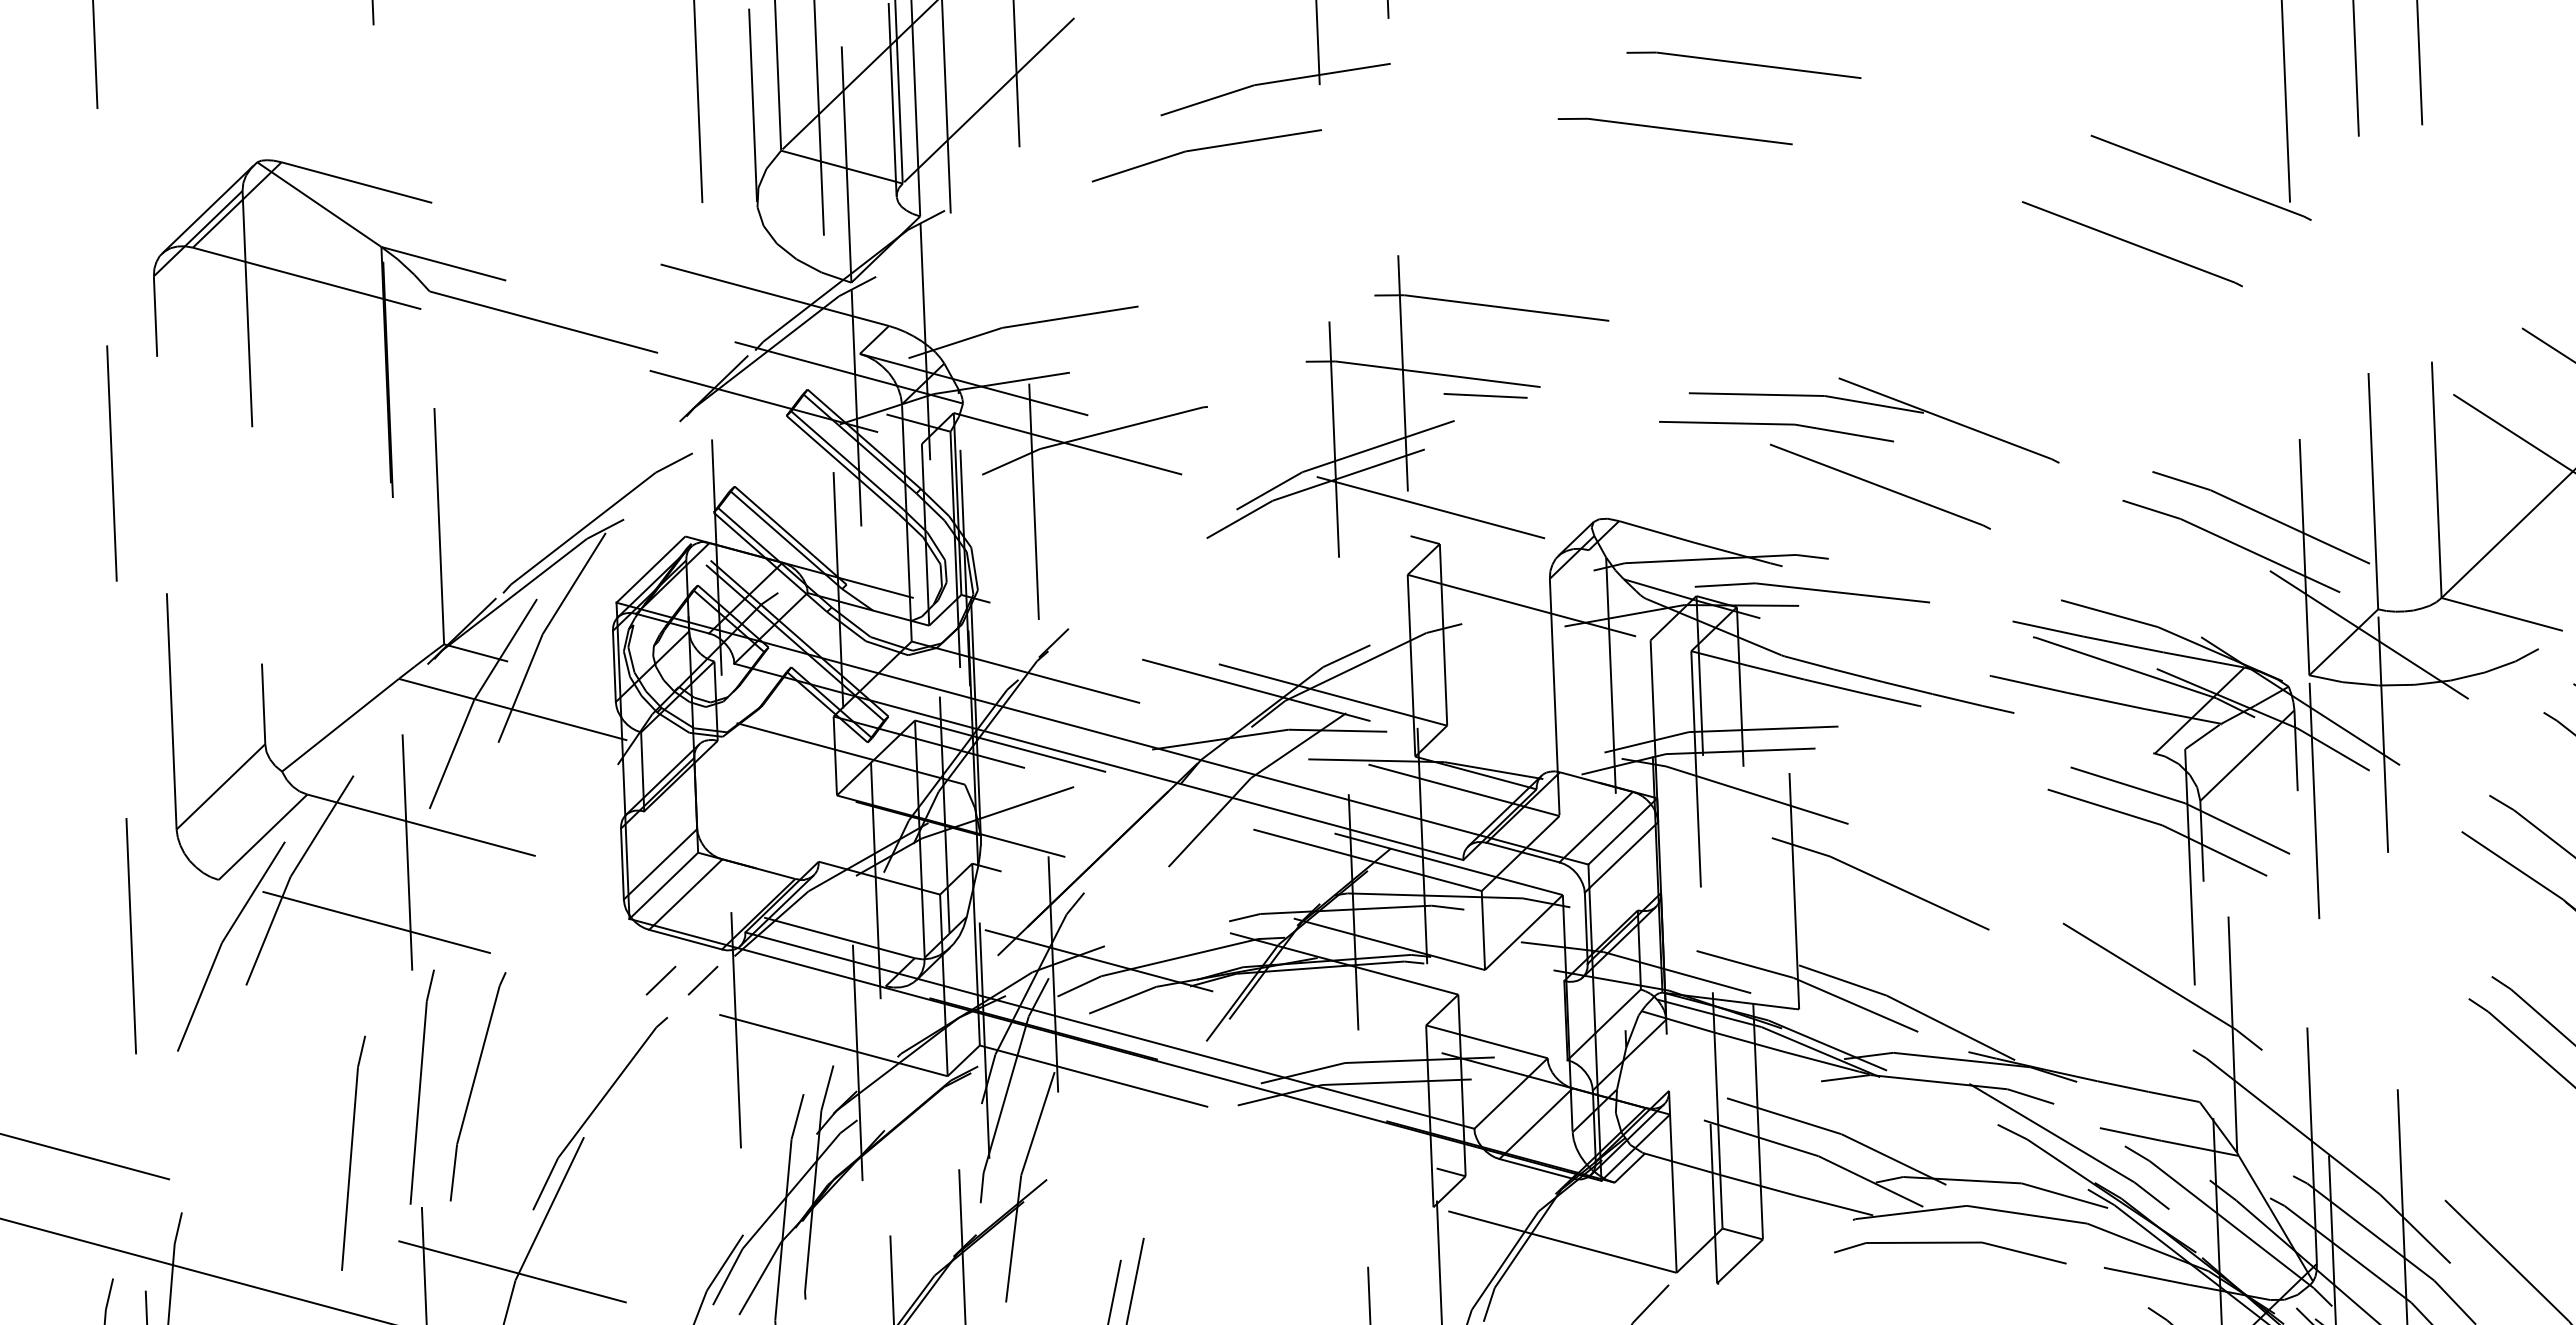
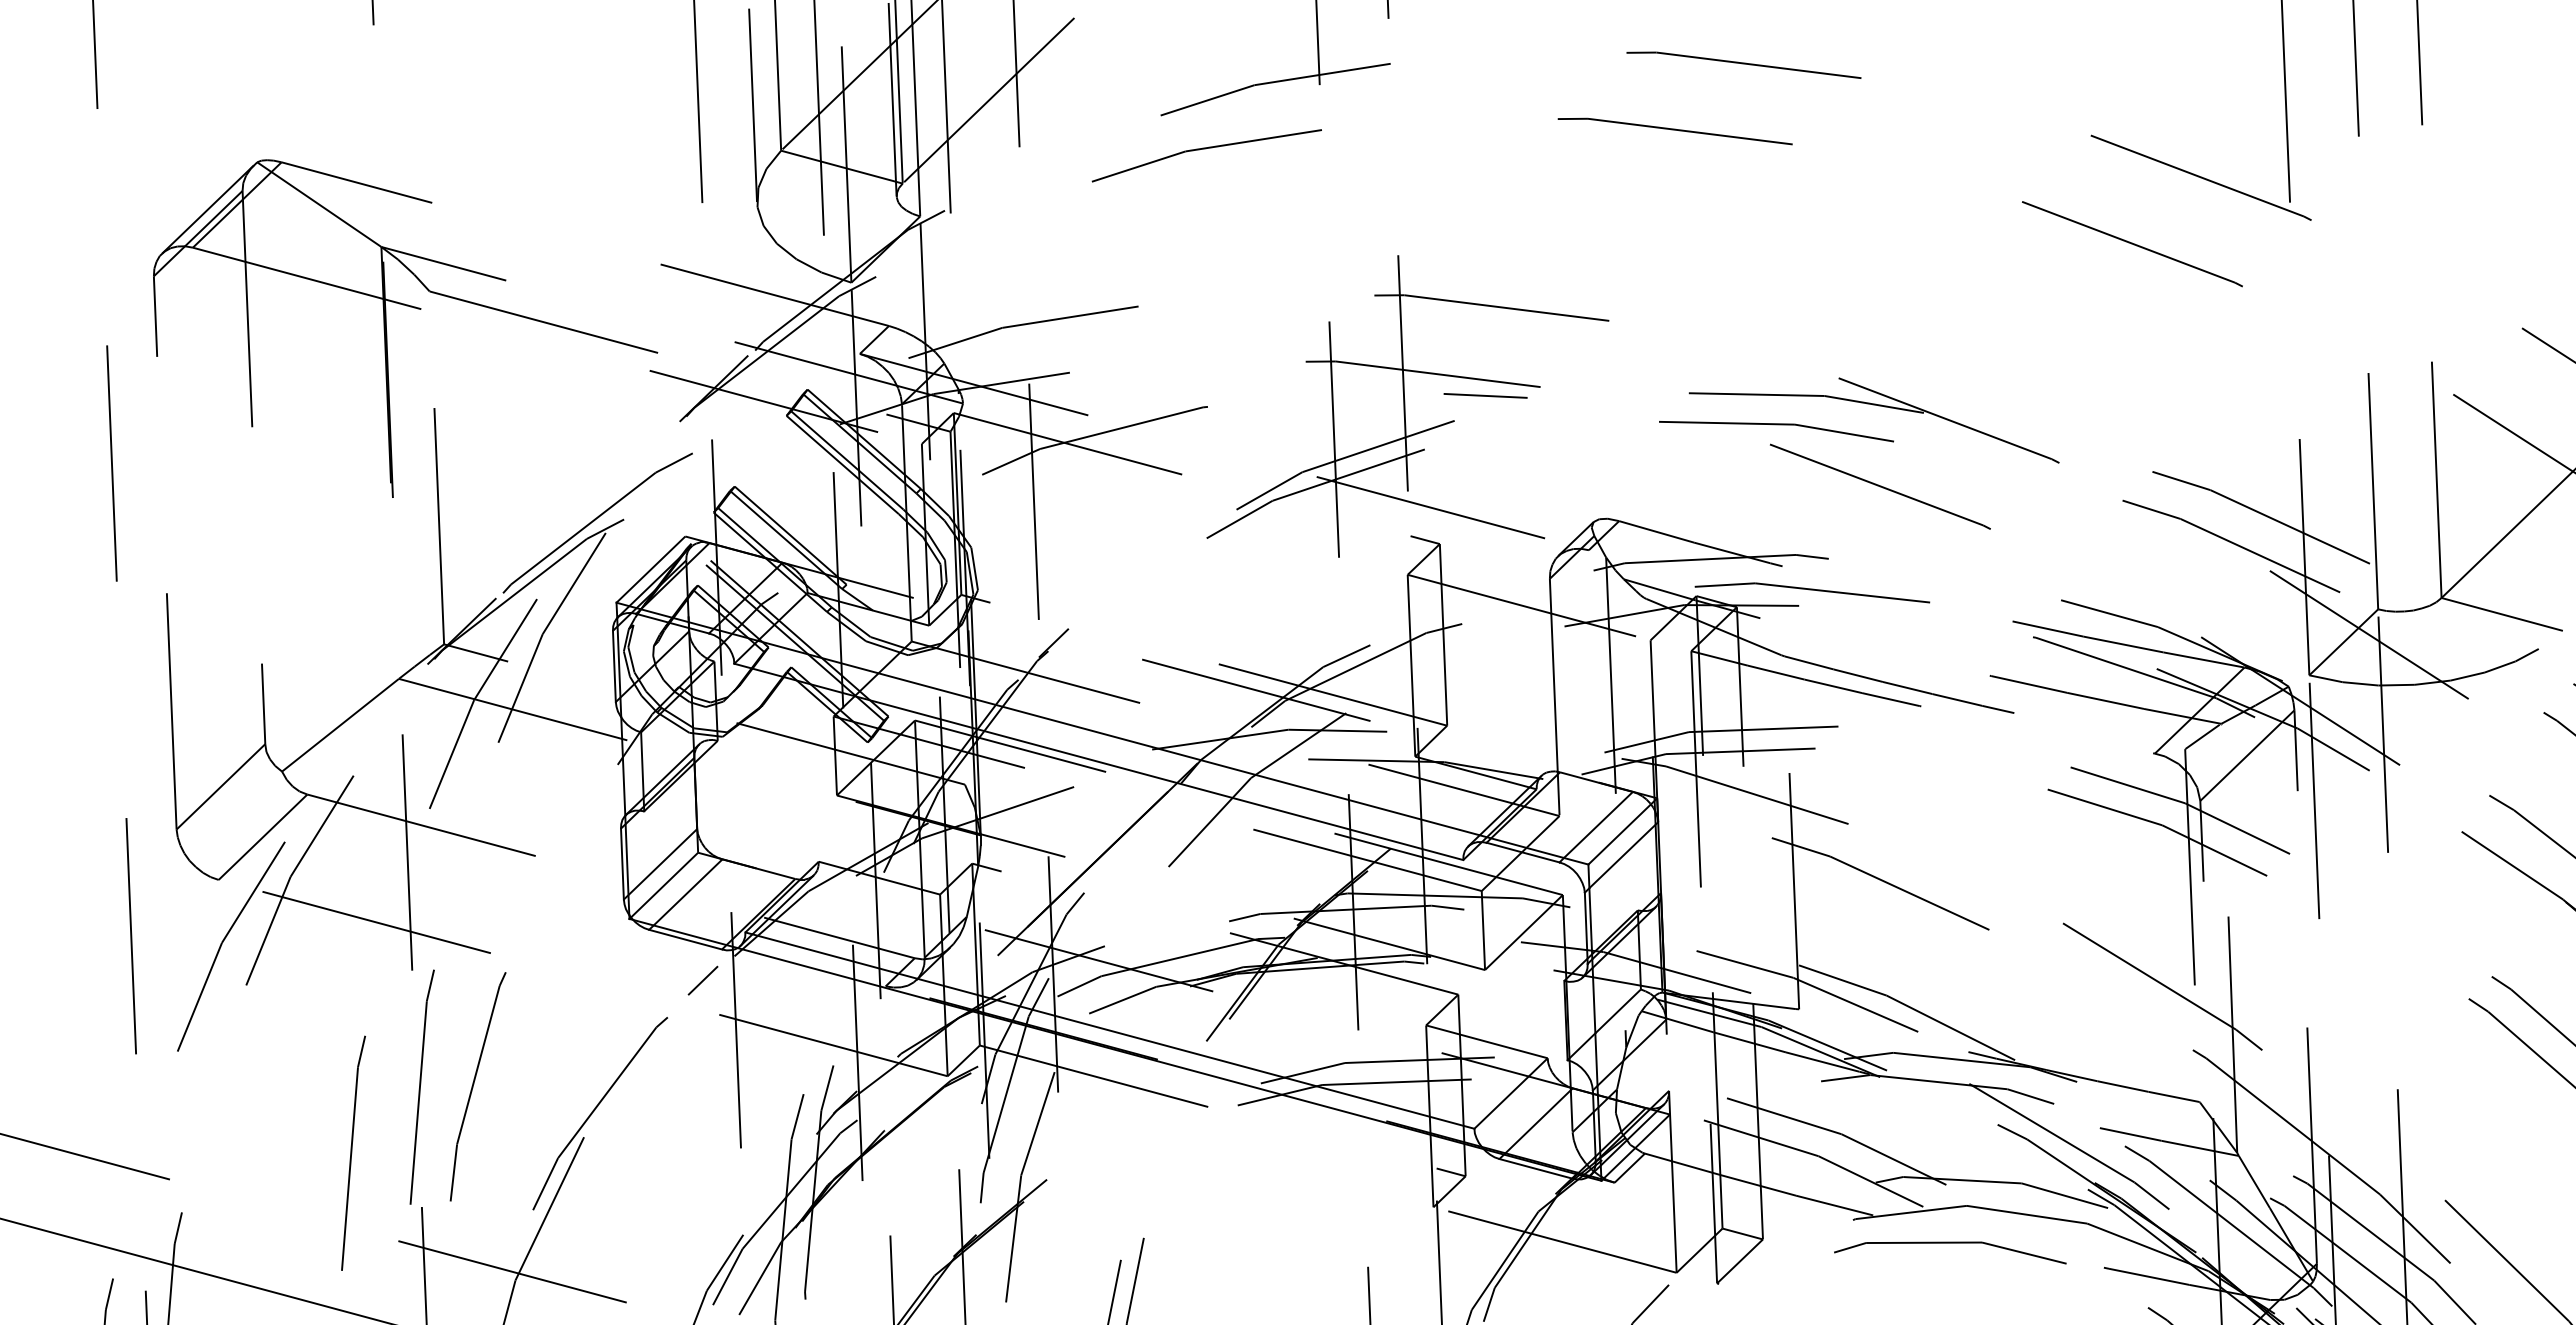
line at (660, 980): present -> none
